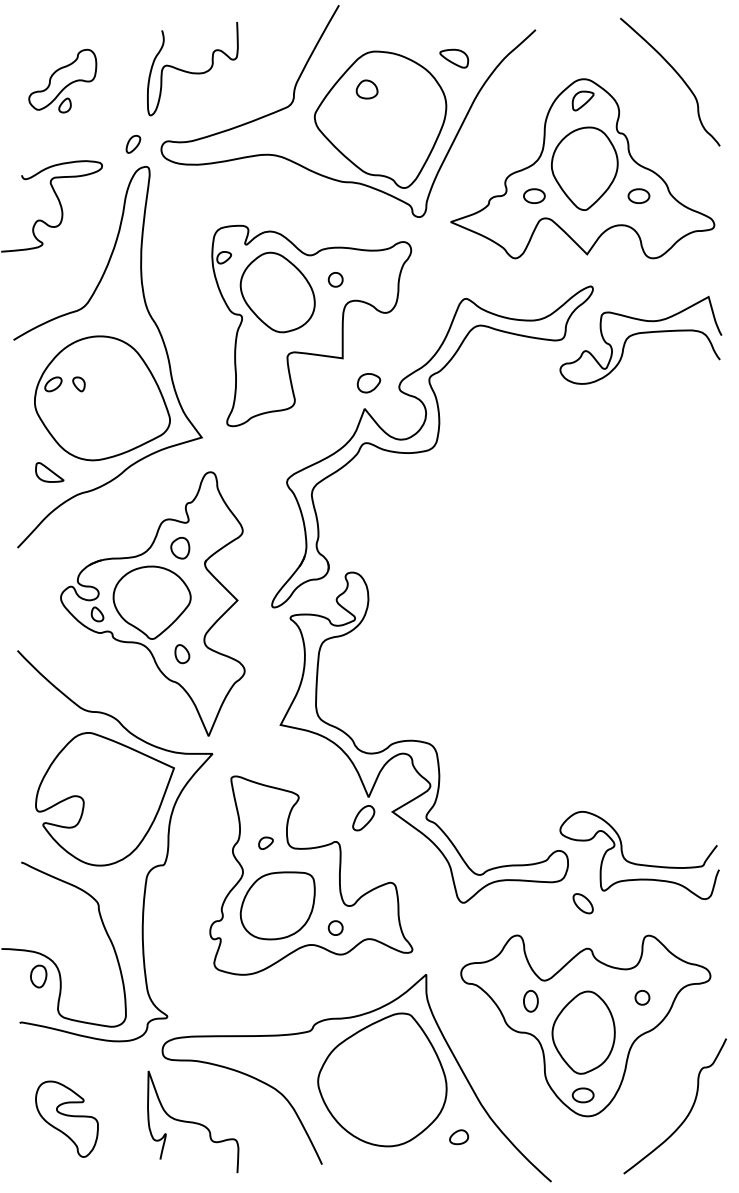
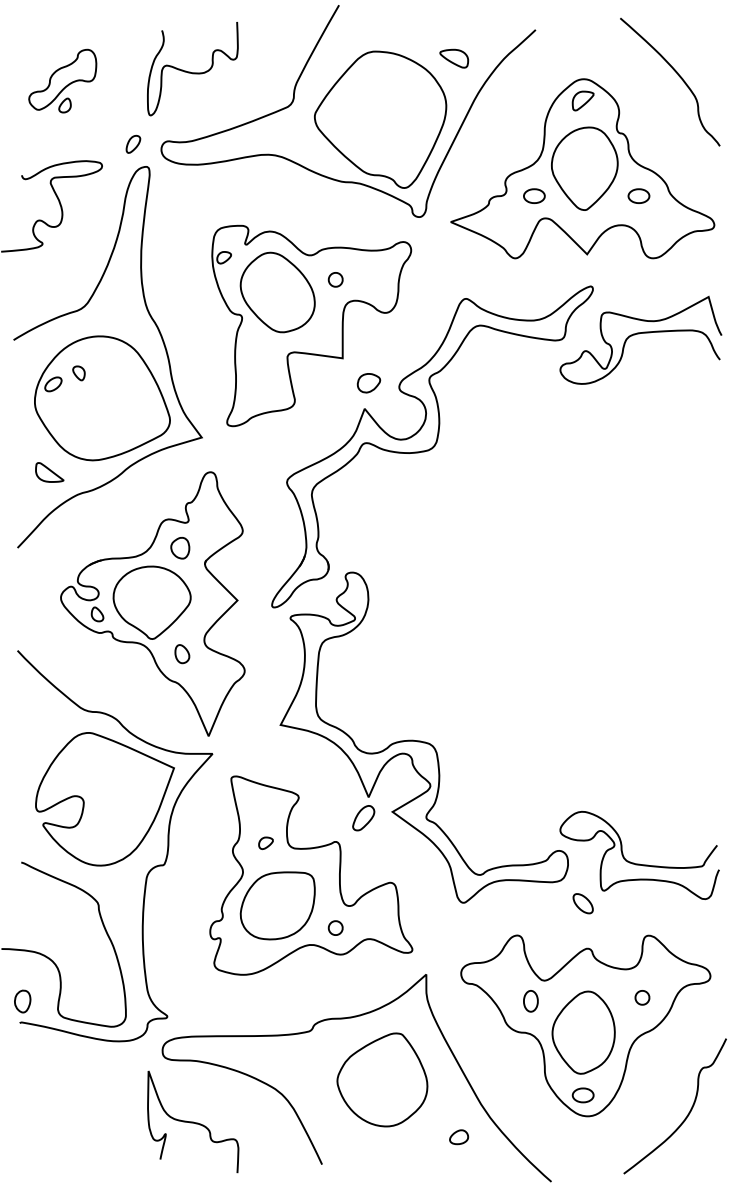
part at (366, 89): present -> none
part at (78, 384) position: (78, 384) -> (78, 373)
part at (38, 976) position: (38, 976) -> (22, 1001)
part at (382, 1079) size: 131x136 px -> 93x96 px
part at (66, 1118): present -> none
